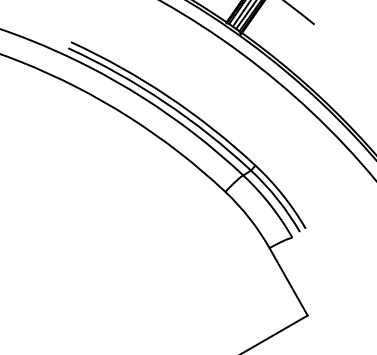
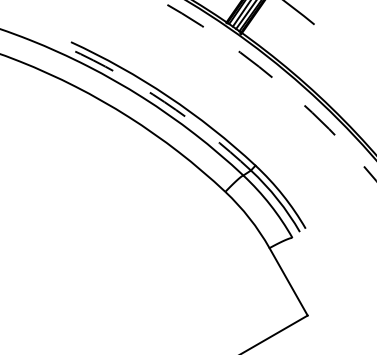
arc at (276, 80): solid -> dashed
arc at (164, 102): solid -> dashed
